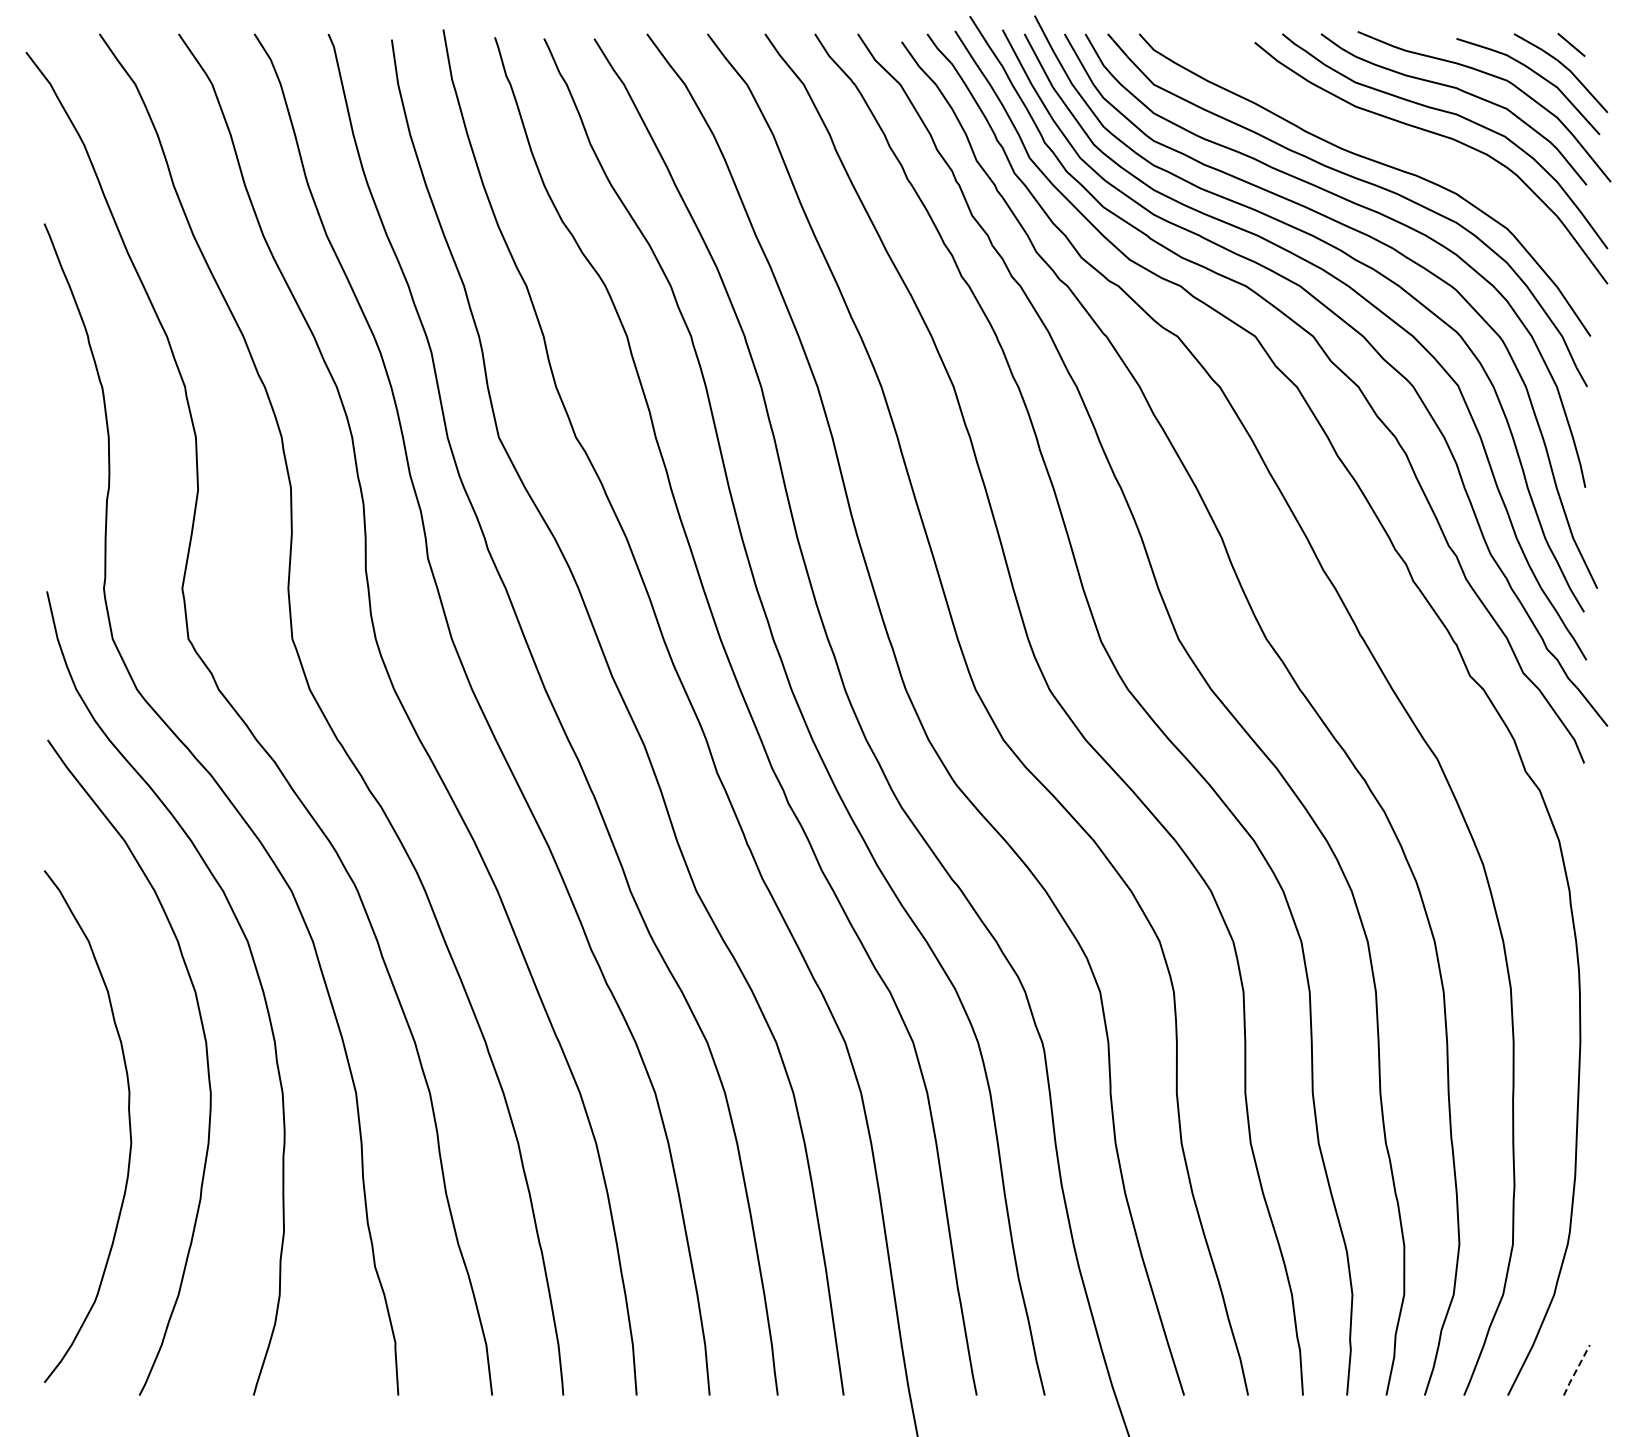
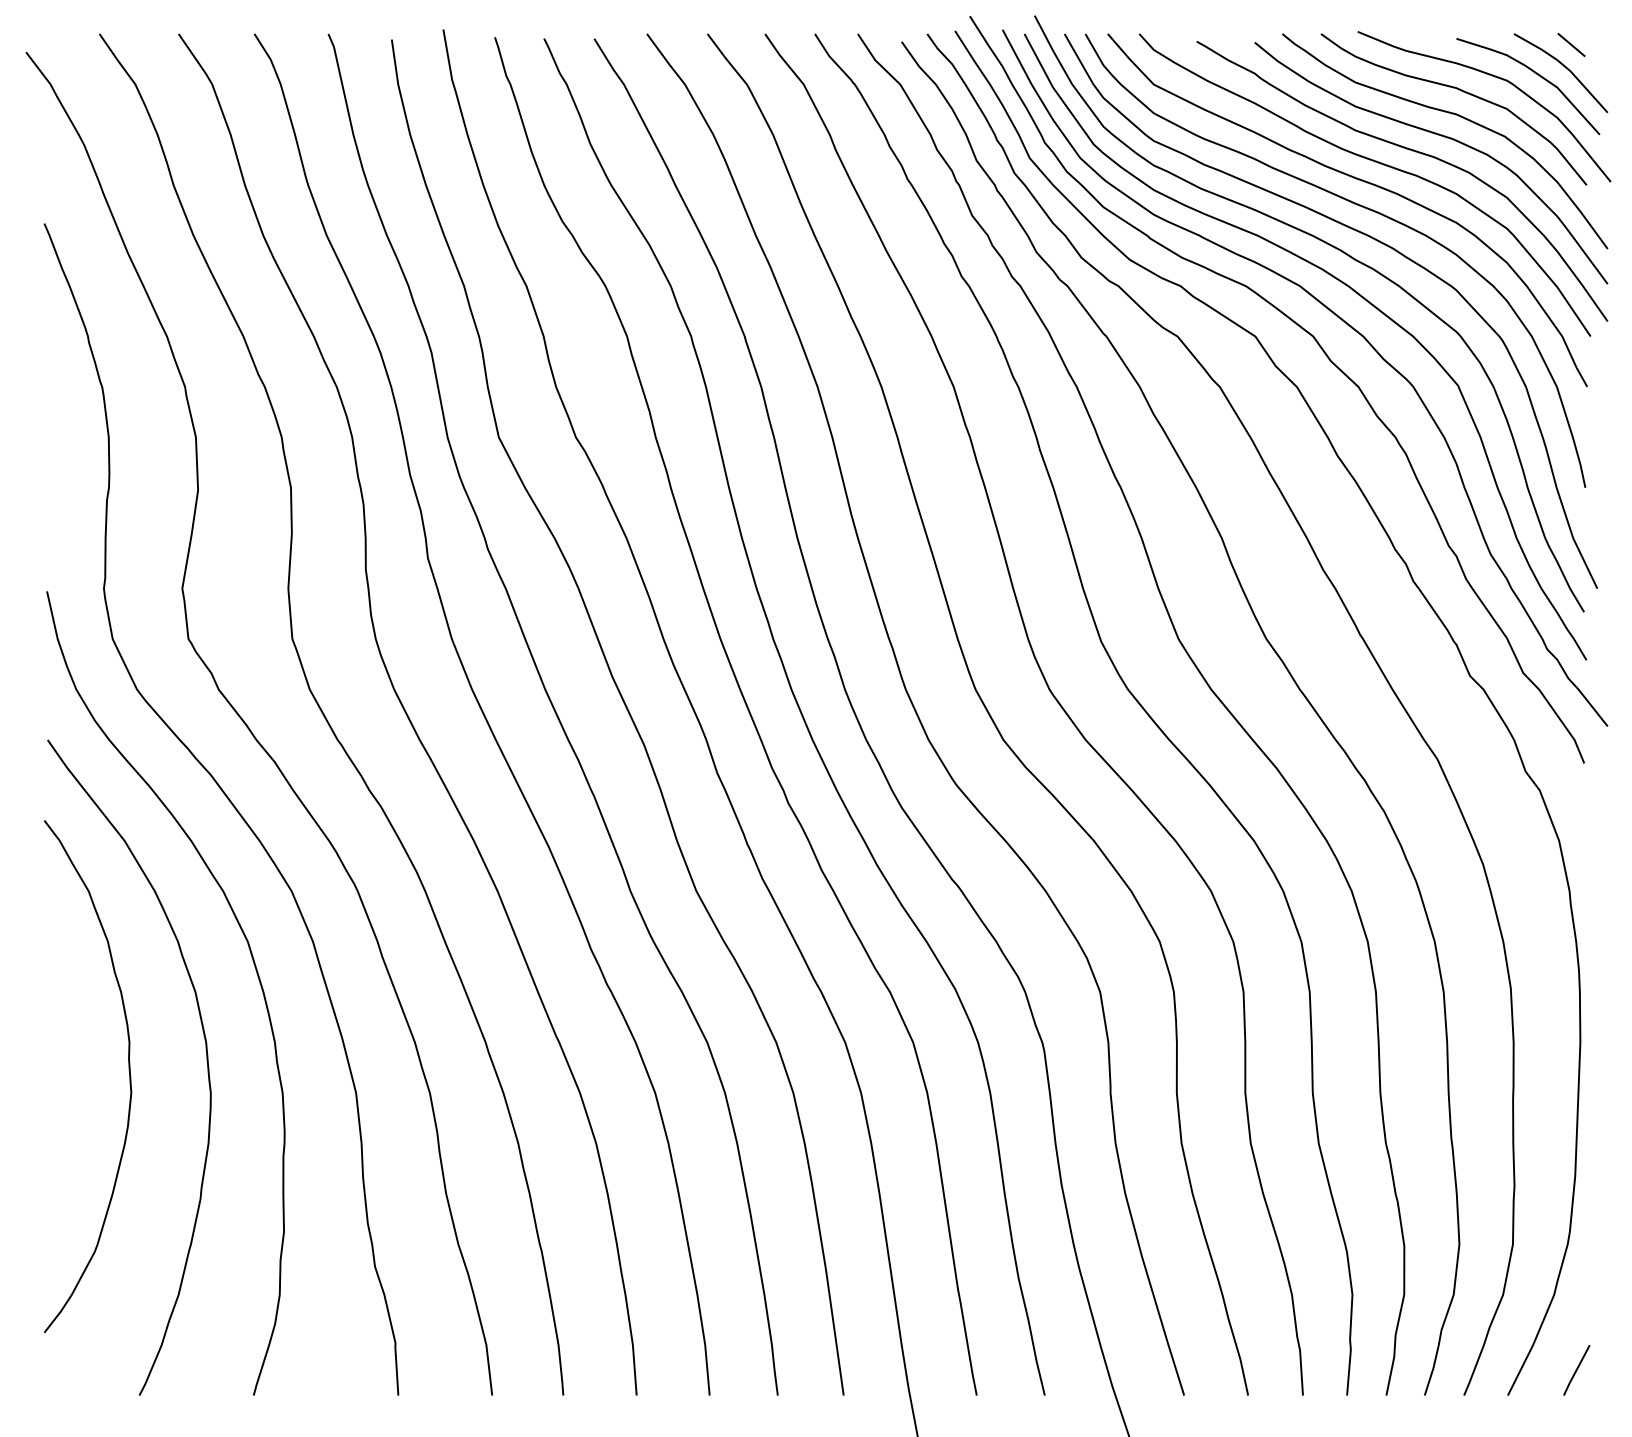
curve at (1412, 151): none -> present
curve at (128, 1120) position: (128, 1120) -> (128, 1070)
line at (1576, 1370): dashed -> solid
